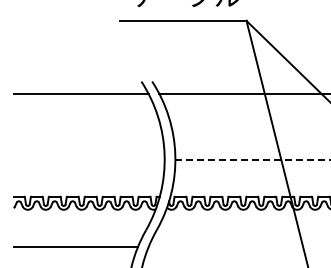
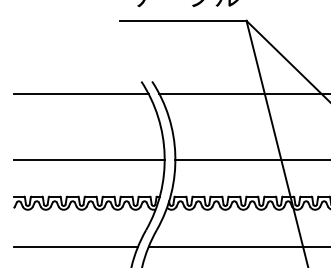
line at (88, 159): none -> present
line at (253, 159): dashed -> solid
line at (237, 246): none -> present
